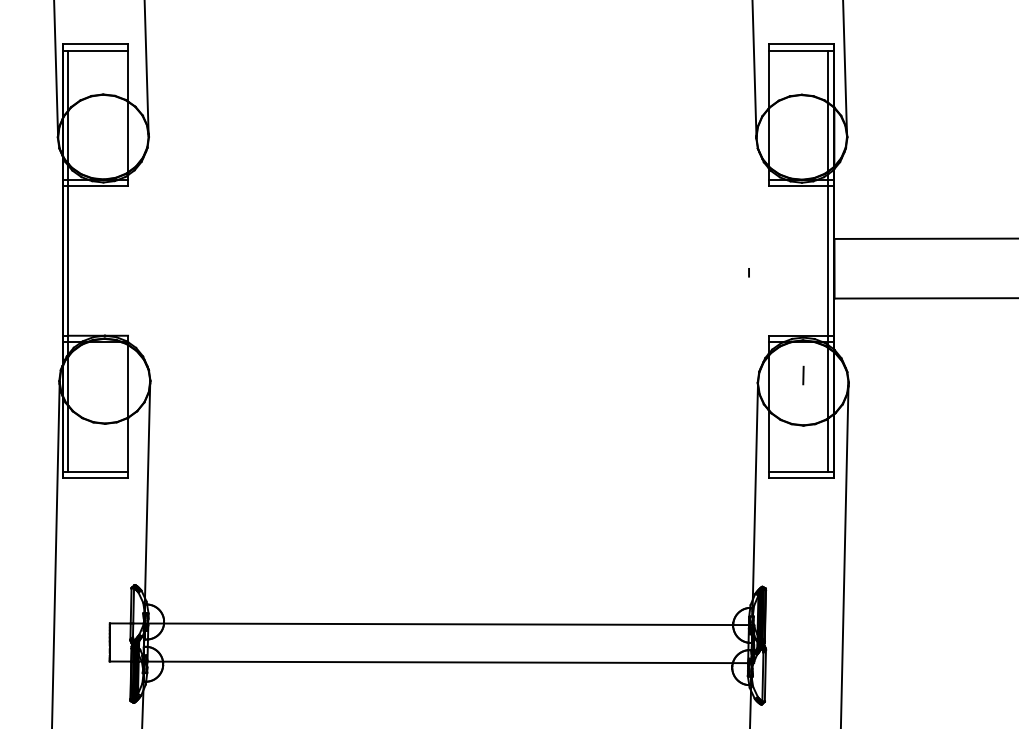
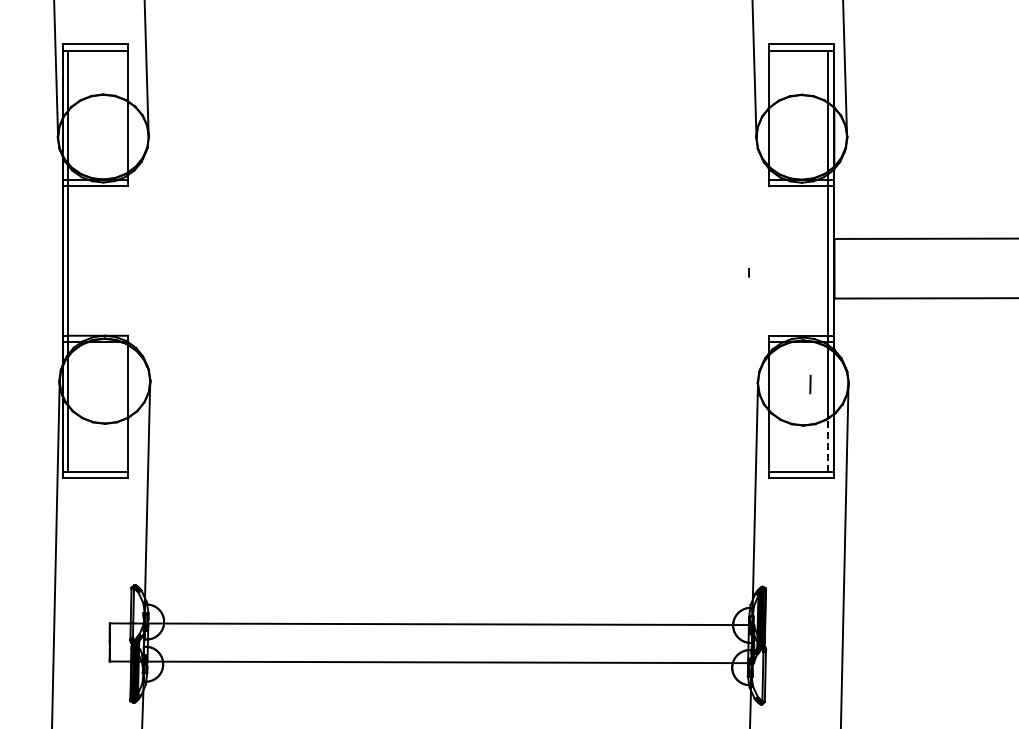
line at (803, 375) position: (803, 375) -> (810, 384)
line at (828, 444): solid -> dashed
